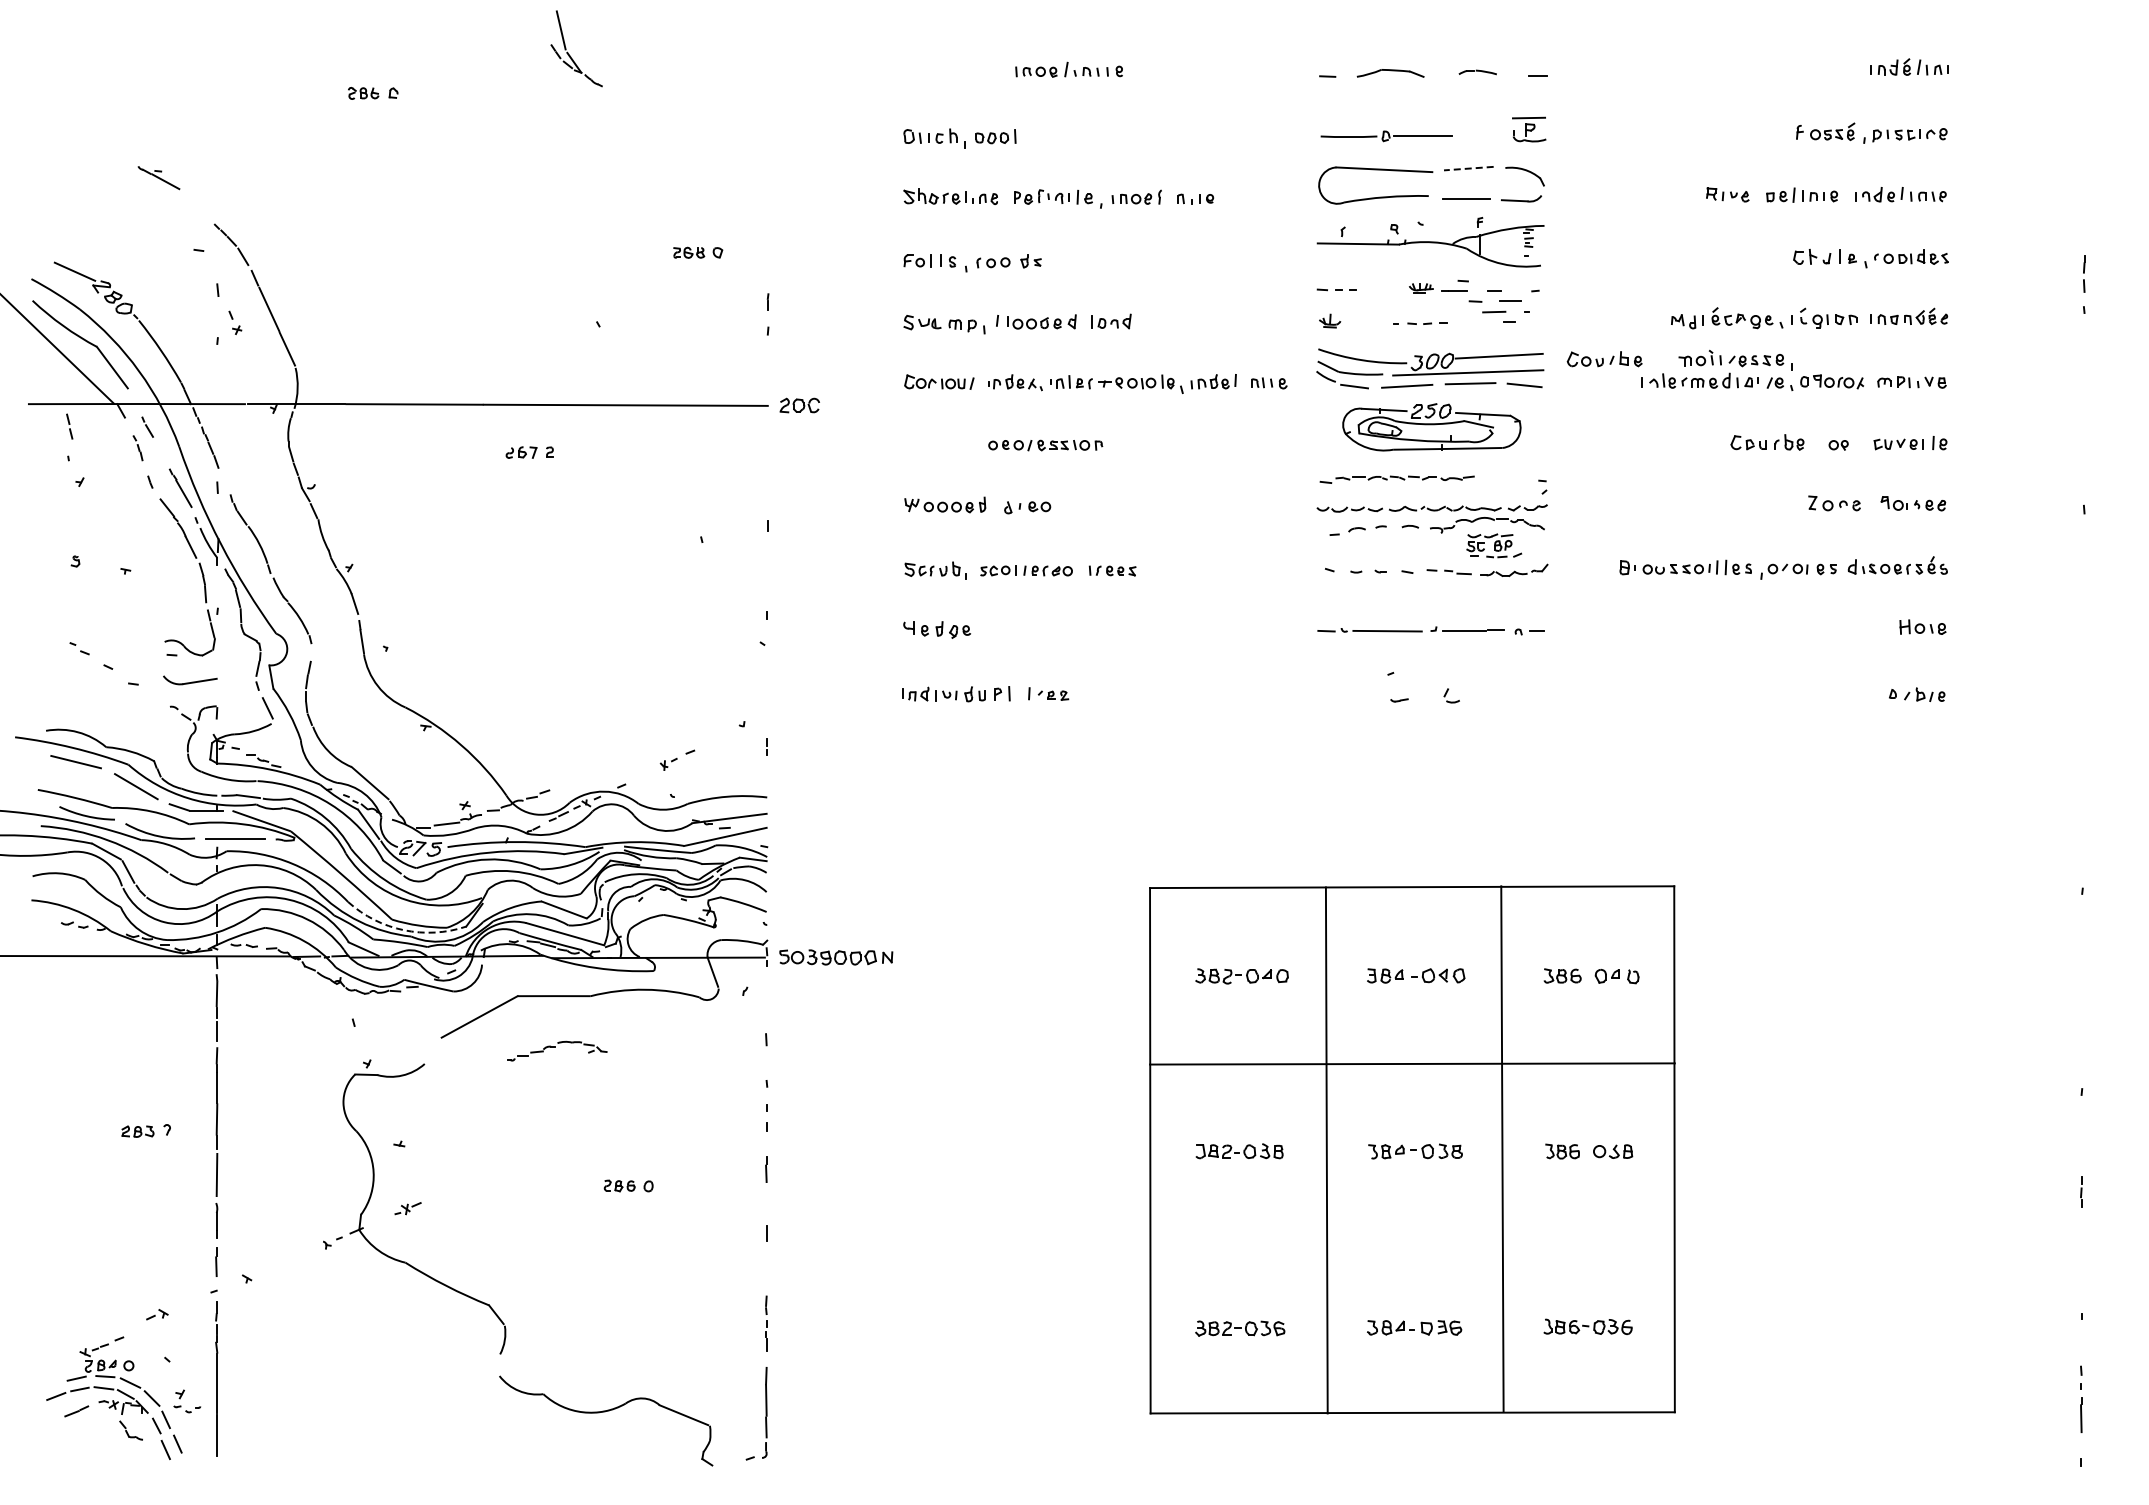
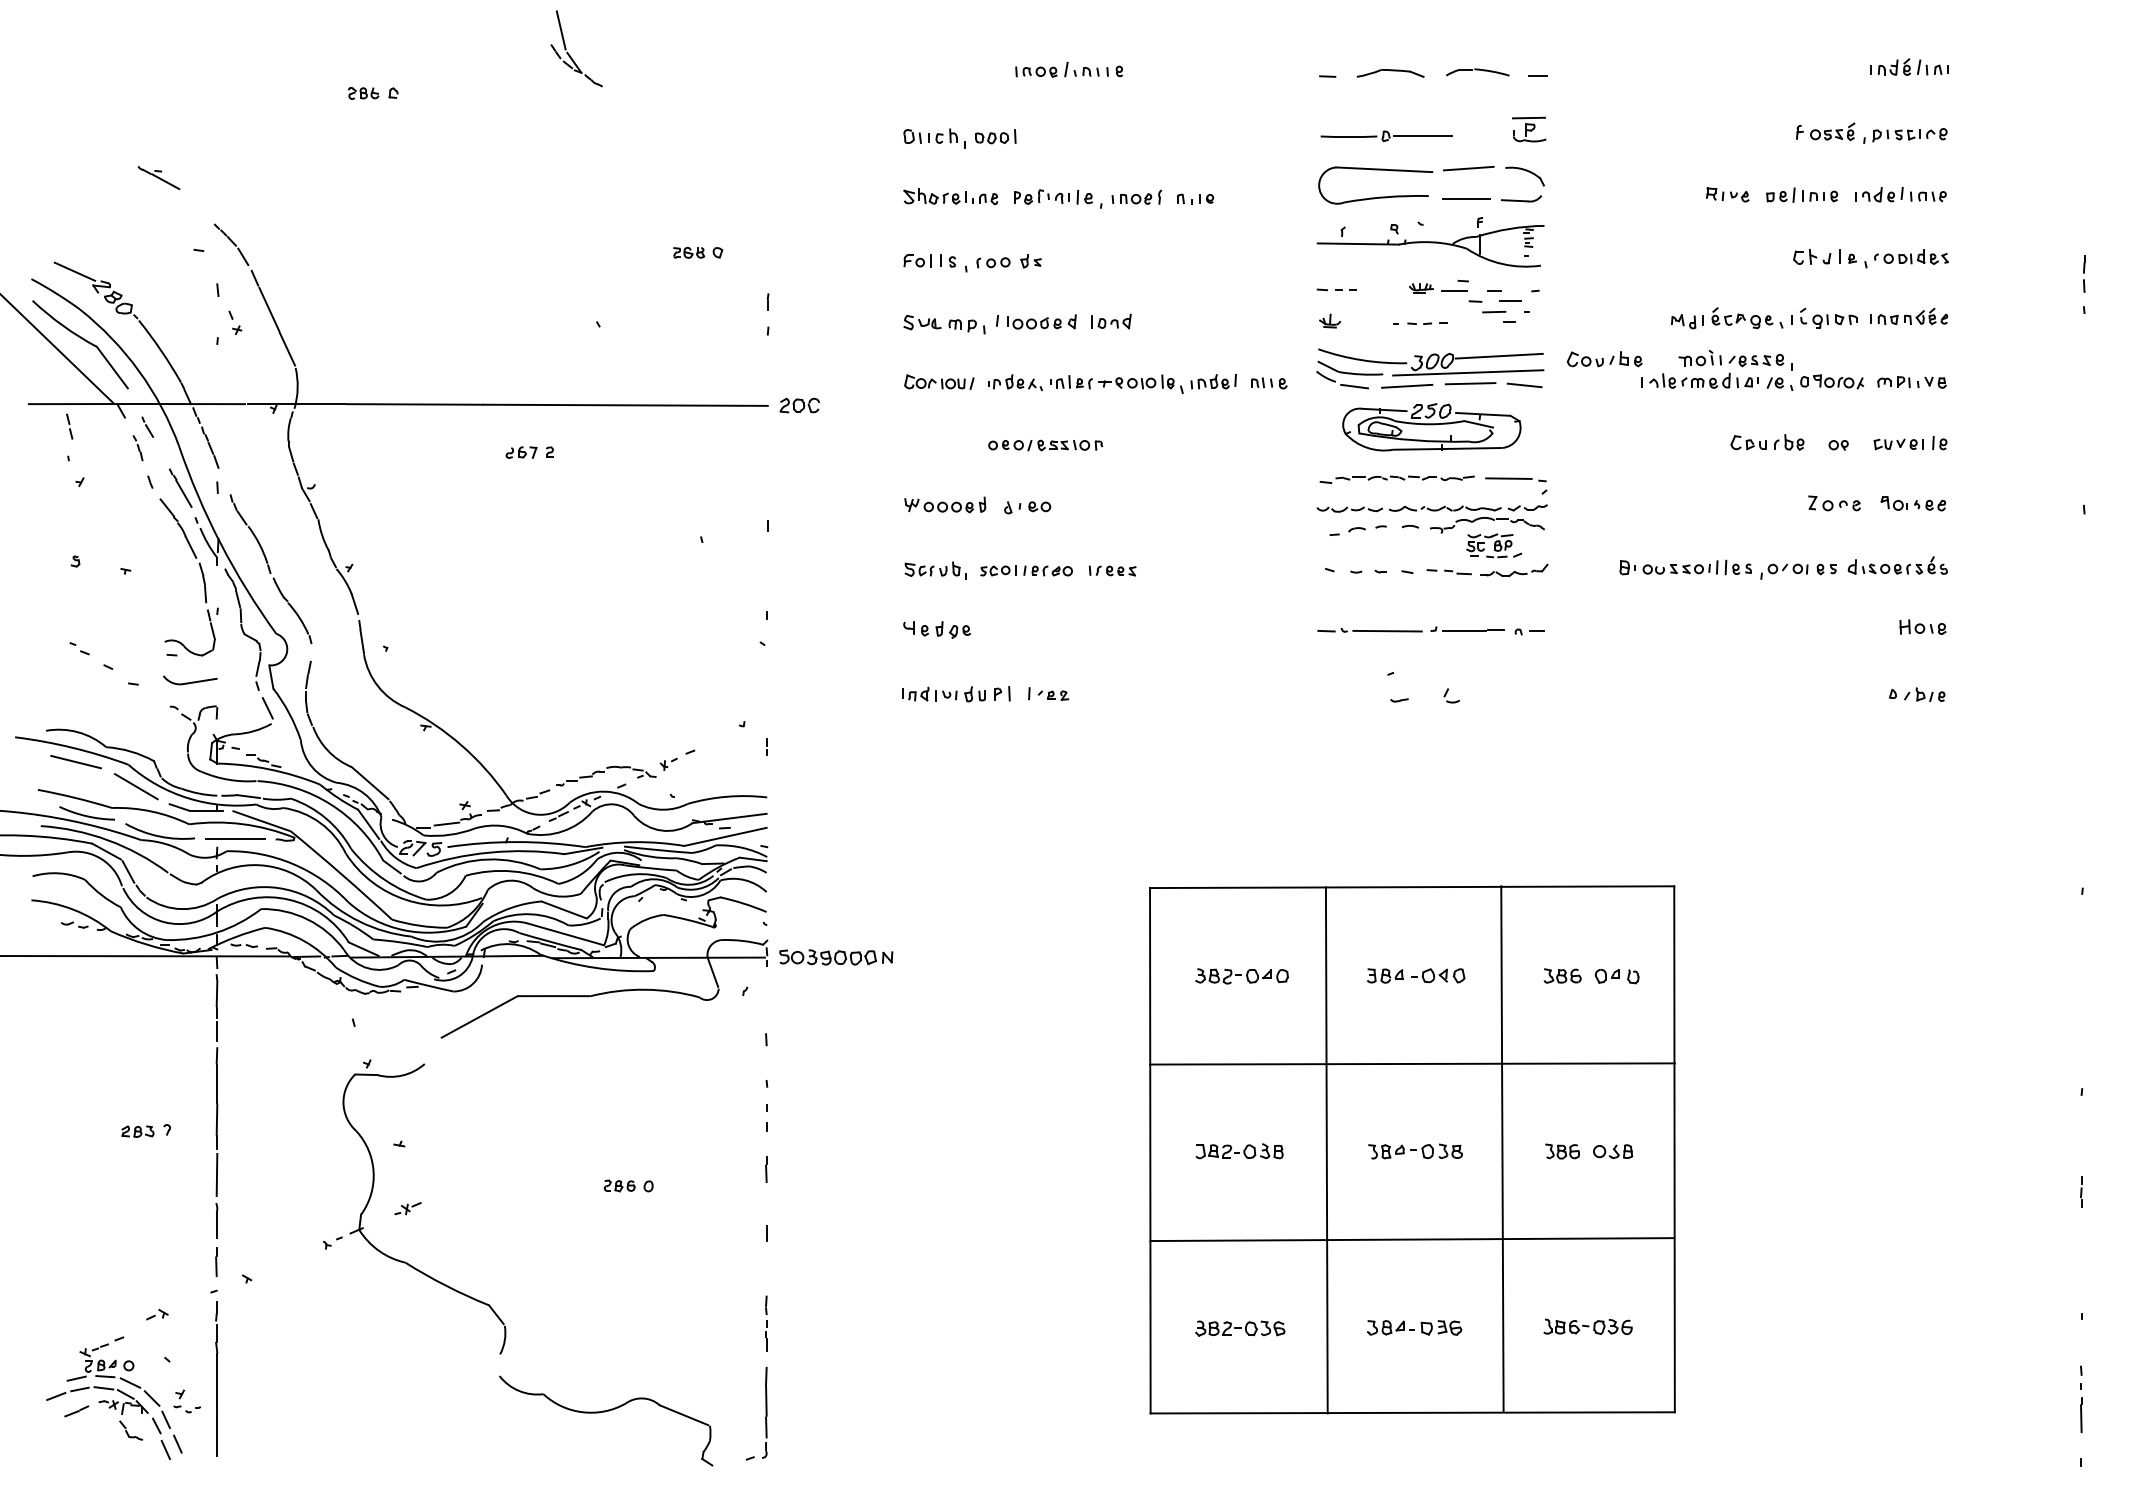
part at (1477, 72) size: 39x7 px -> 64x9 px
line at (1468, 168): dashed -> solid
line at (1508, 478): none -> present
arc at (403, 930): dashed -> solid
part at (557, 1050) position: (557, 1050) -> (606, 775)
line at (1412, 1239): none -> present
